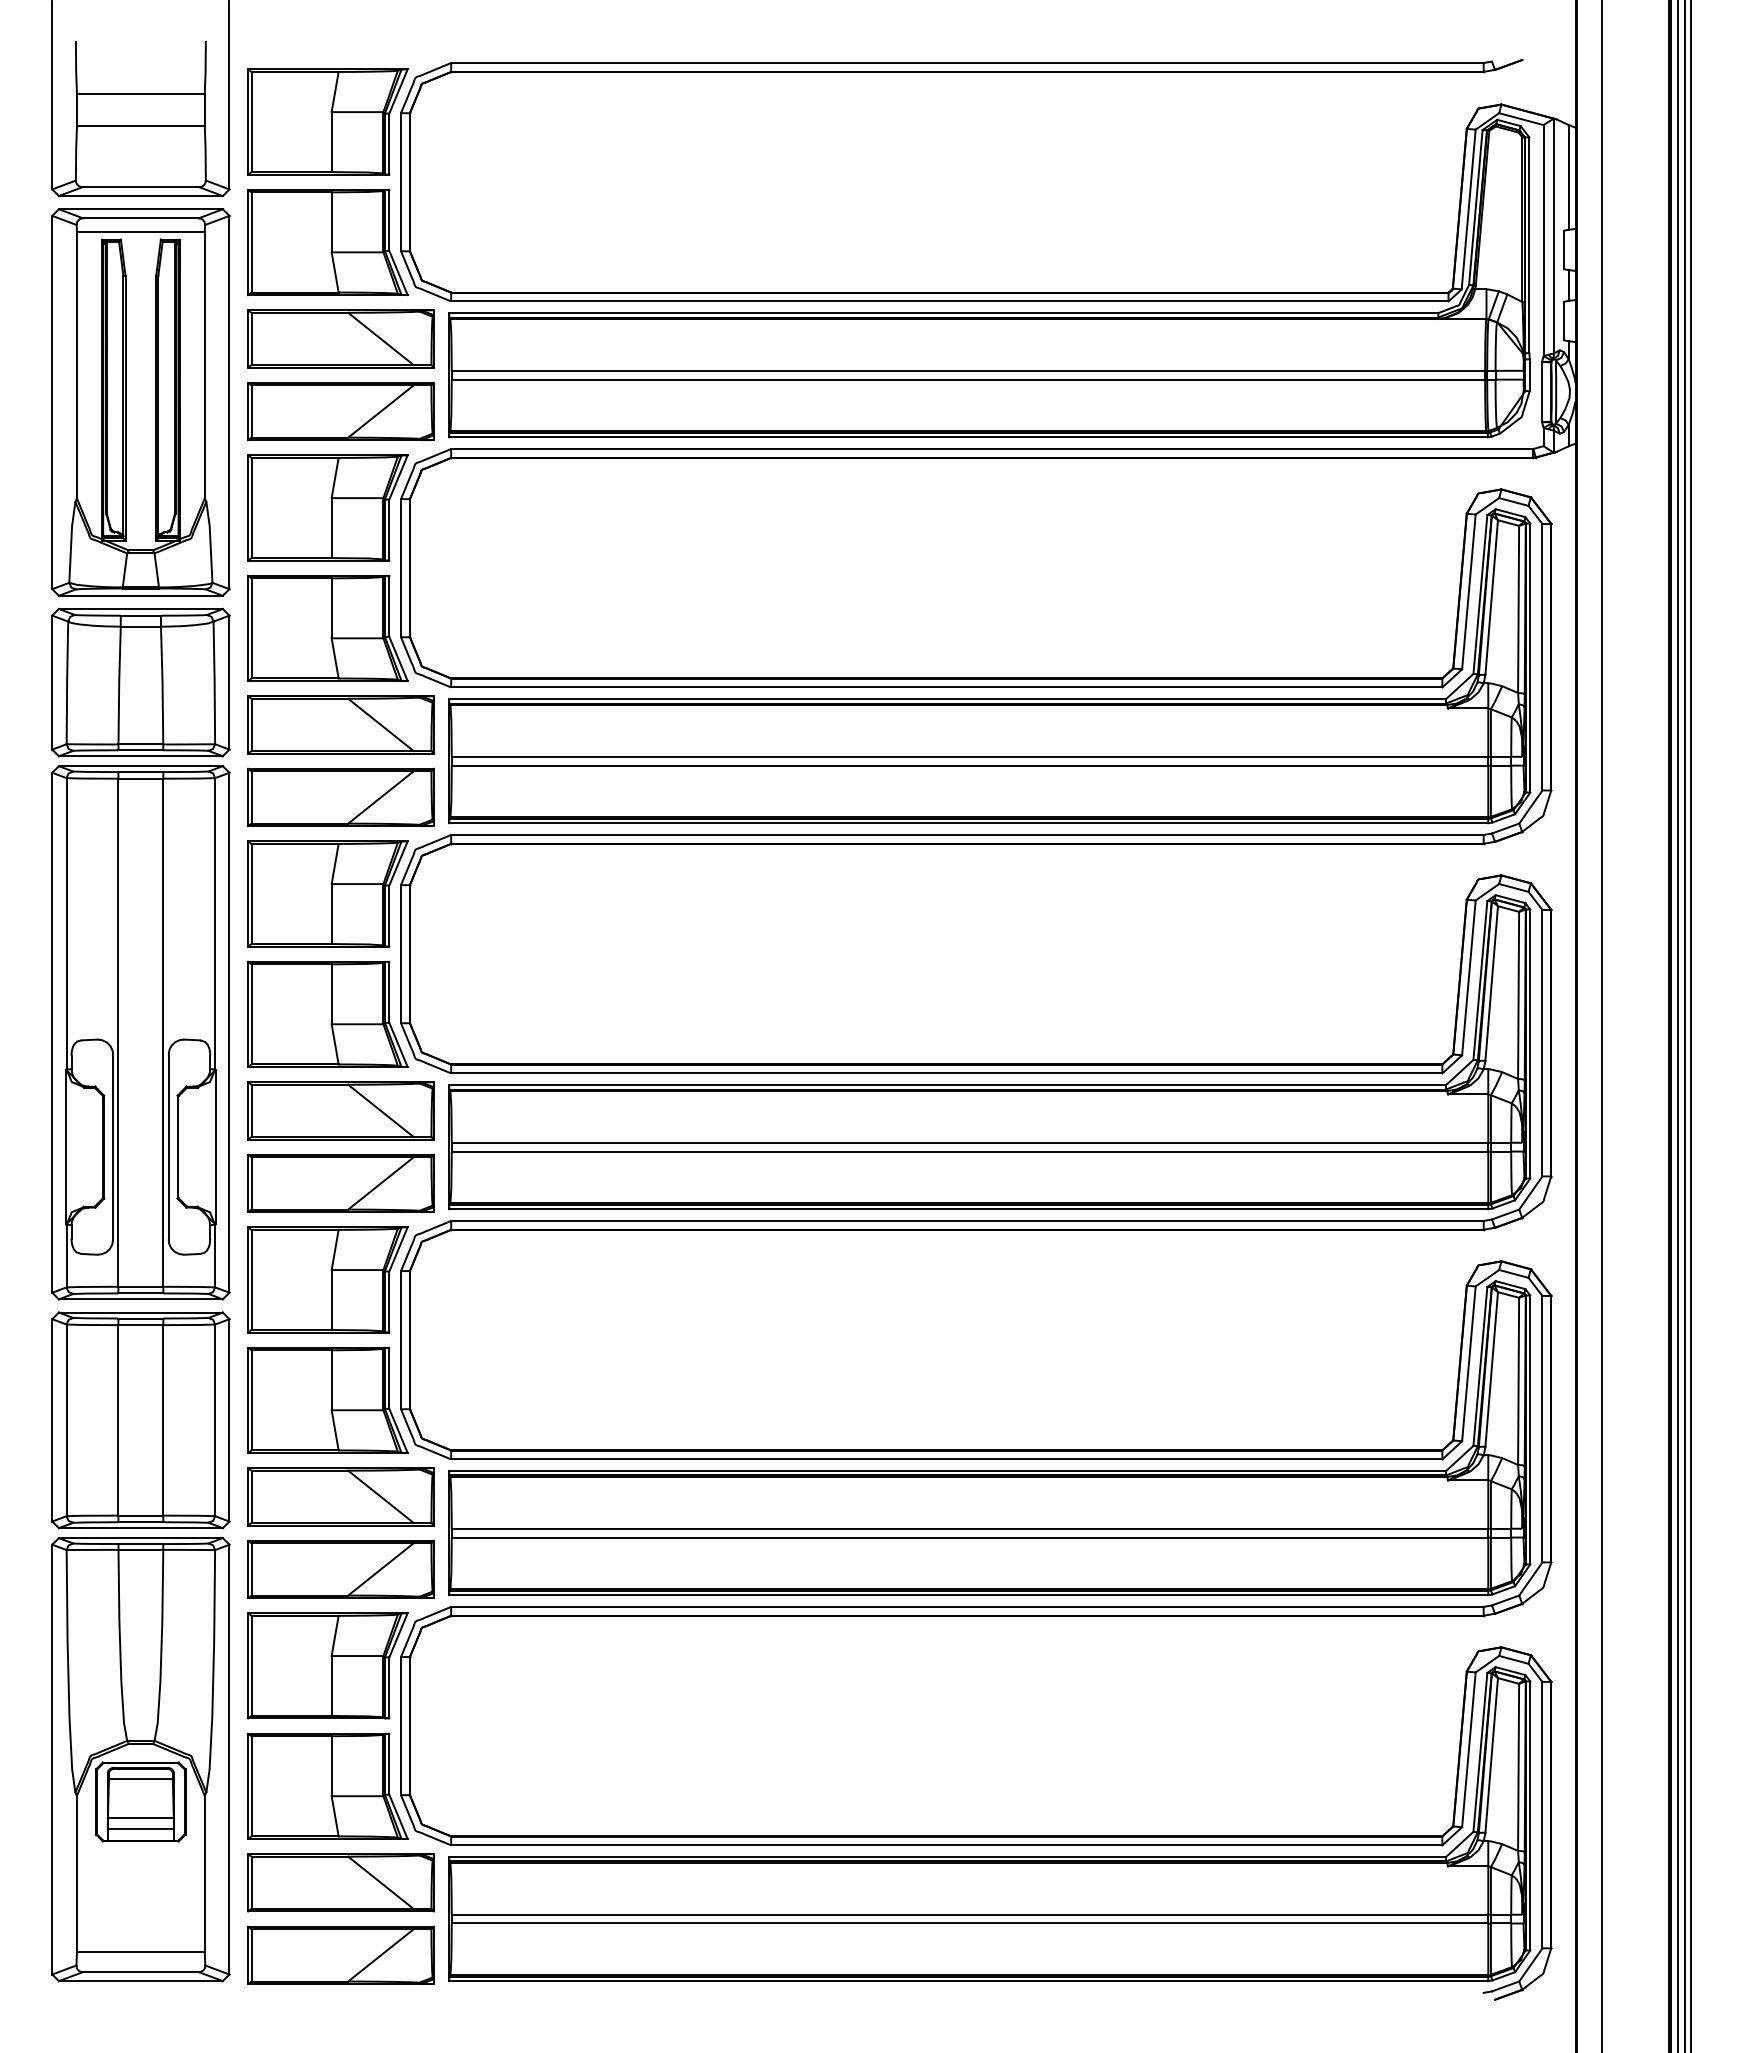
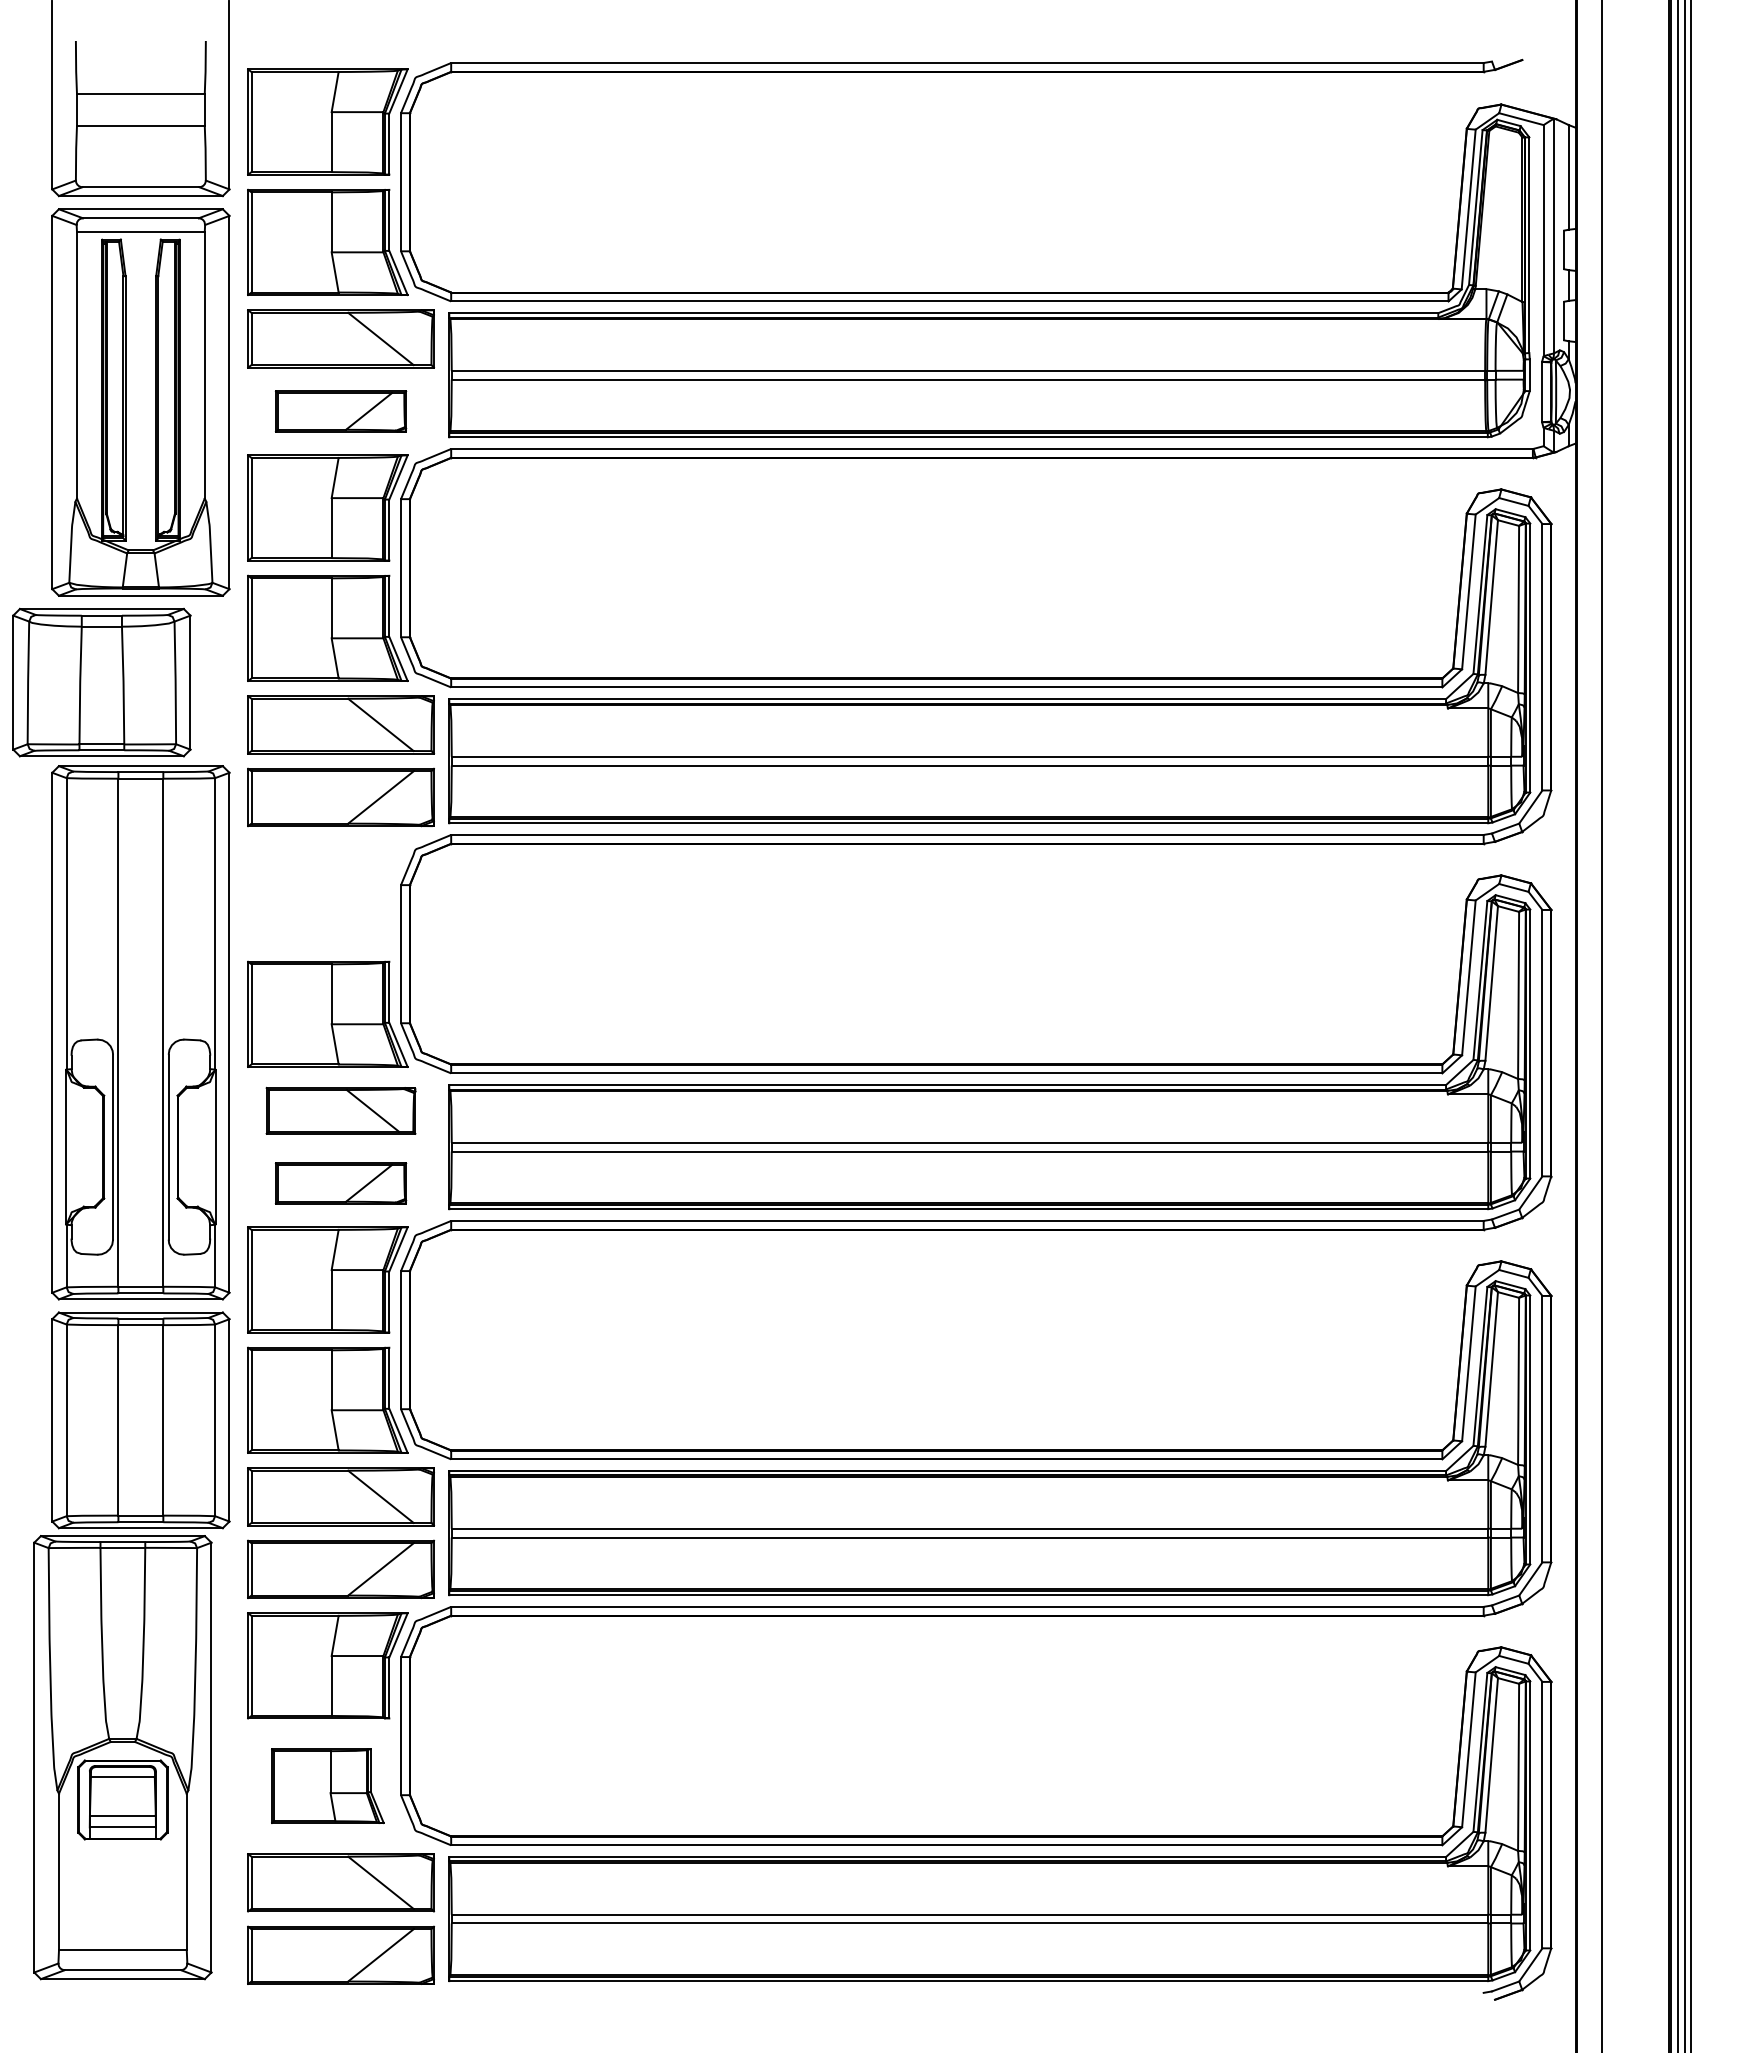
part at (340, 411) size: 188x61 px -> 134x43 px
part at (140, 682) position: (140, 682) -> (101, 682)
part at (327, 893): present -> none
part at (340, 1110) size: 188x60 px -> 152x49 px
part at (340, 1183) size: 188x61 px -> 134x43 px
part at (140, 1759) position: (140, 1759) -> (122, 1757)
part at (327, 1785) size: 162x108 px -> 114x77 px
